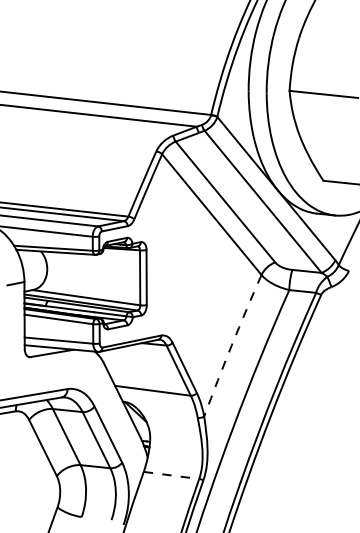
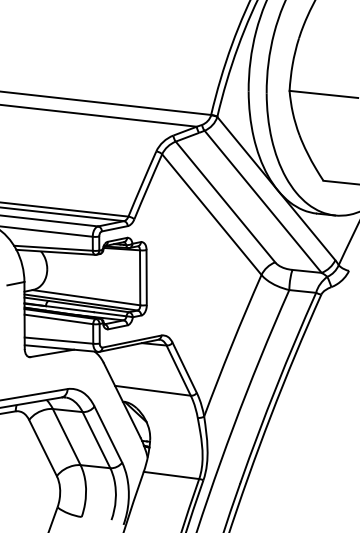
arc at (231, 345): dashed -> solid
line at (171, 475): dashed -> solid
